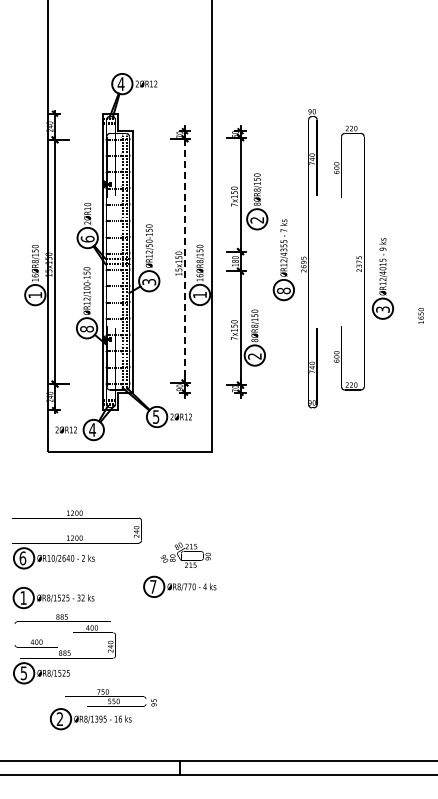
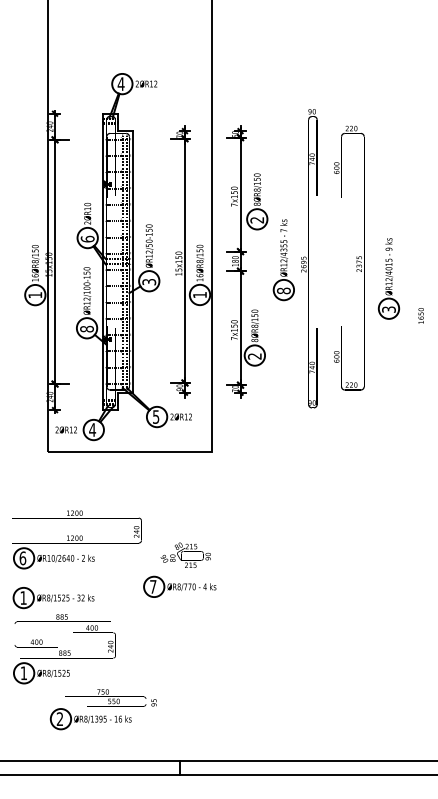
line at (184, 261): dashed -> solid
part at (382, 278) position: (382, 278) -> (388, 278)
text at (23, 673): 5 -> 1
